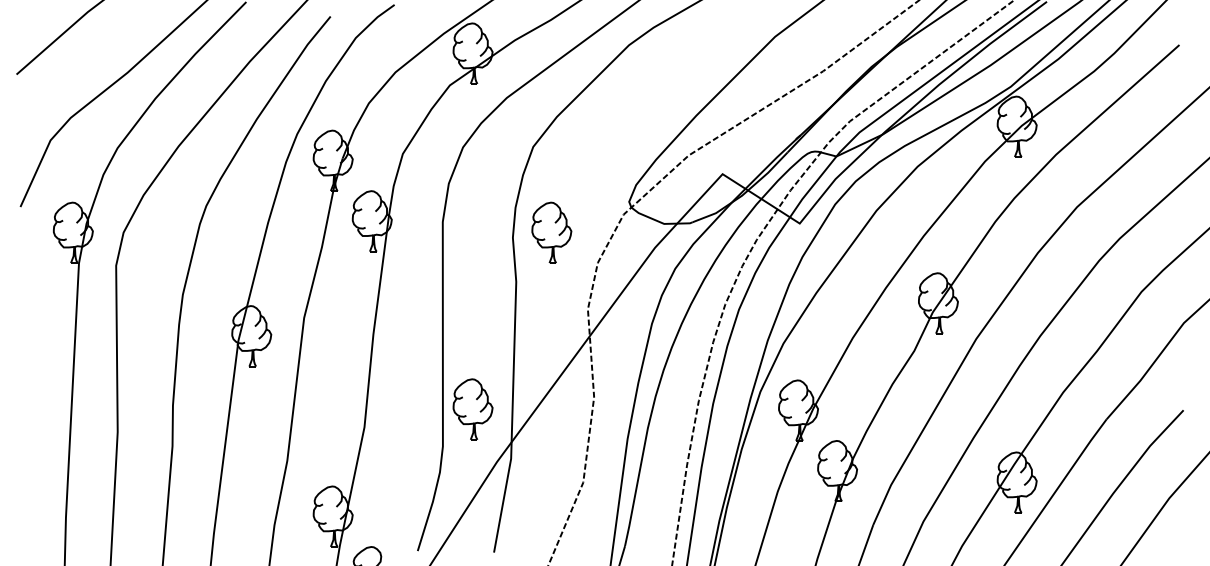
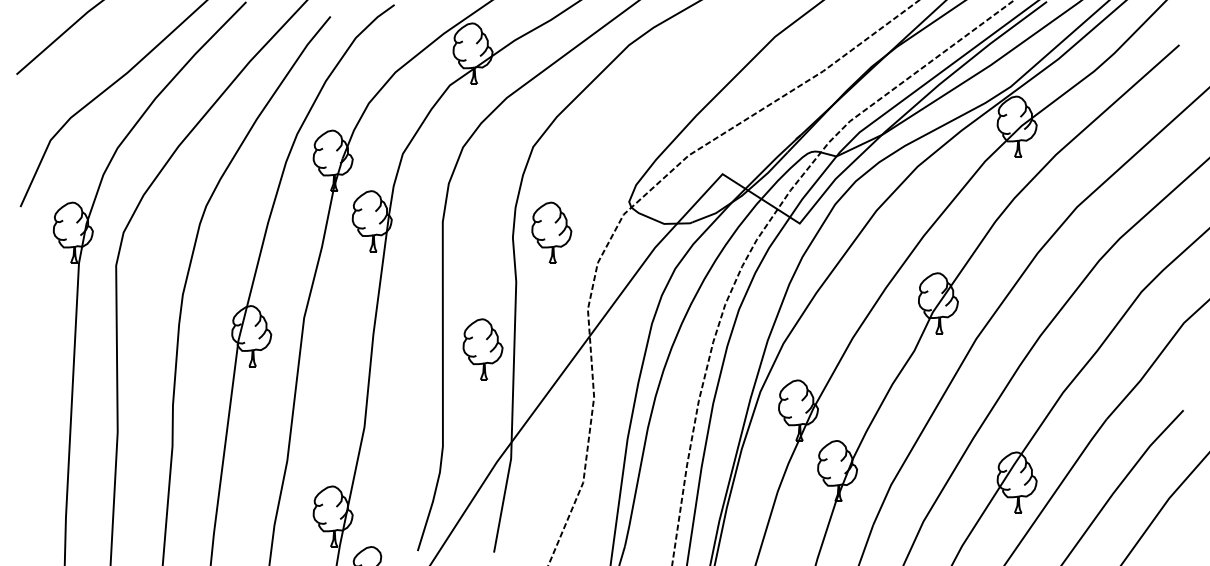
part at (472, 409) position: (472, 409) -> (482, 349)
